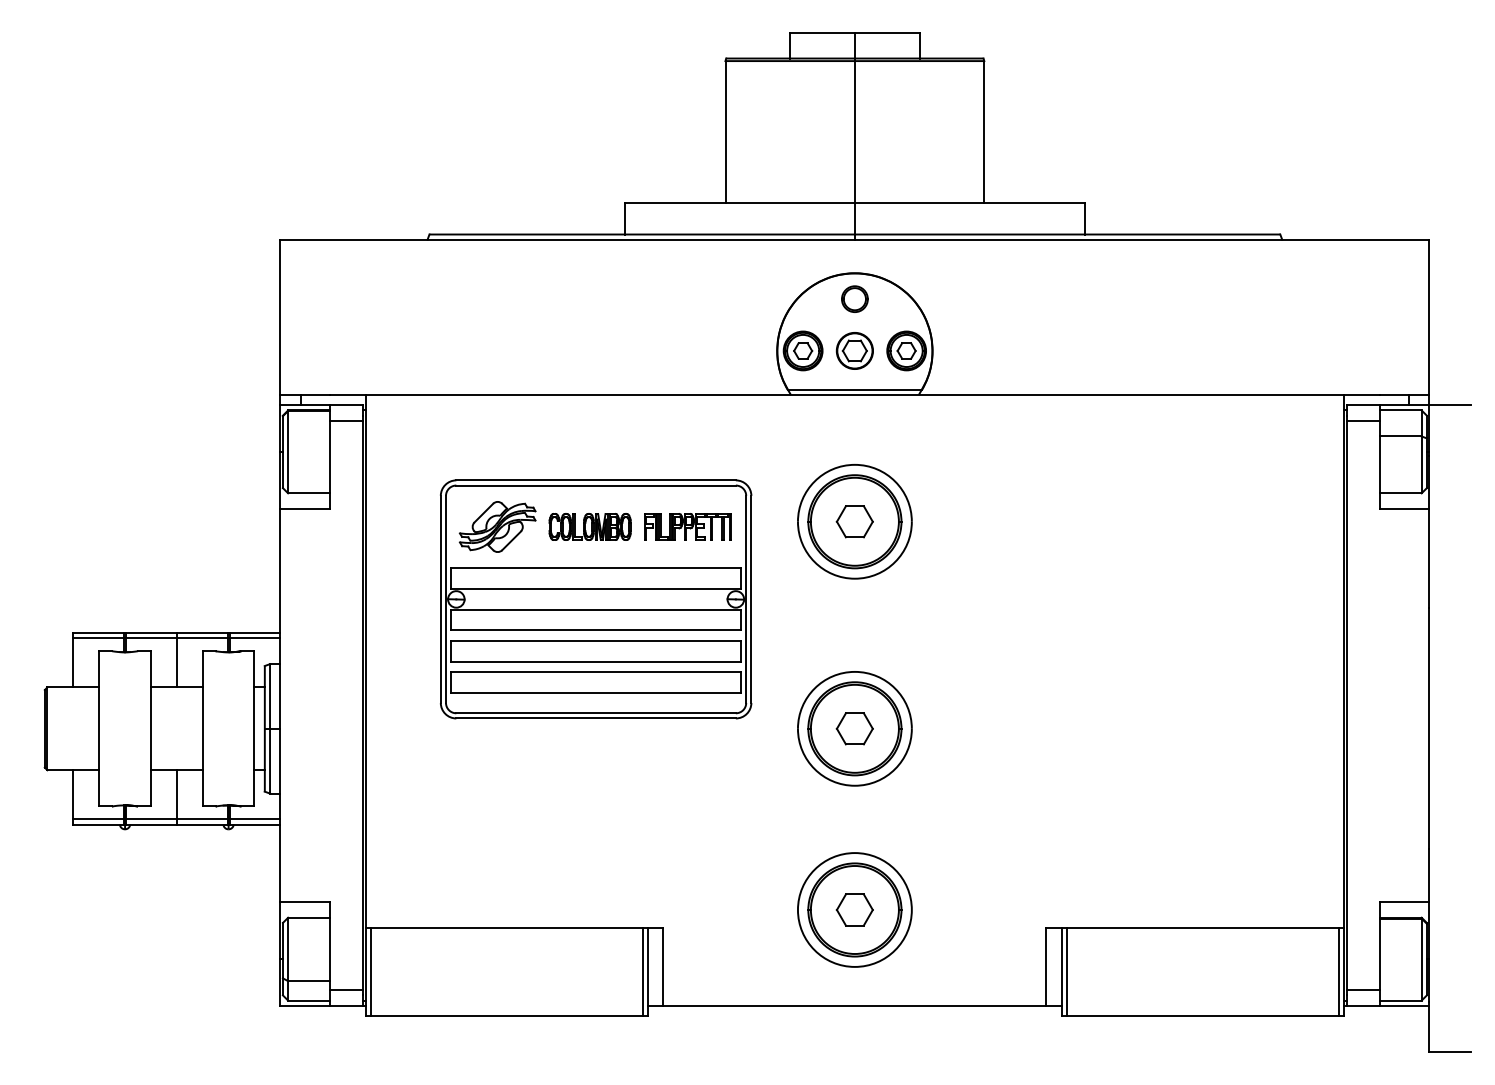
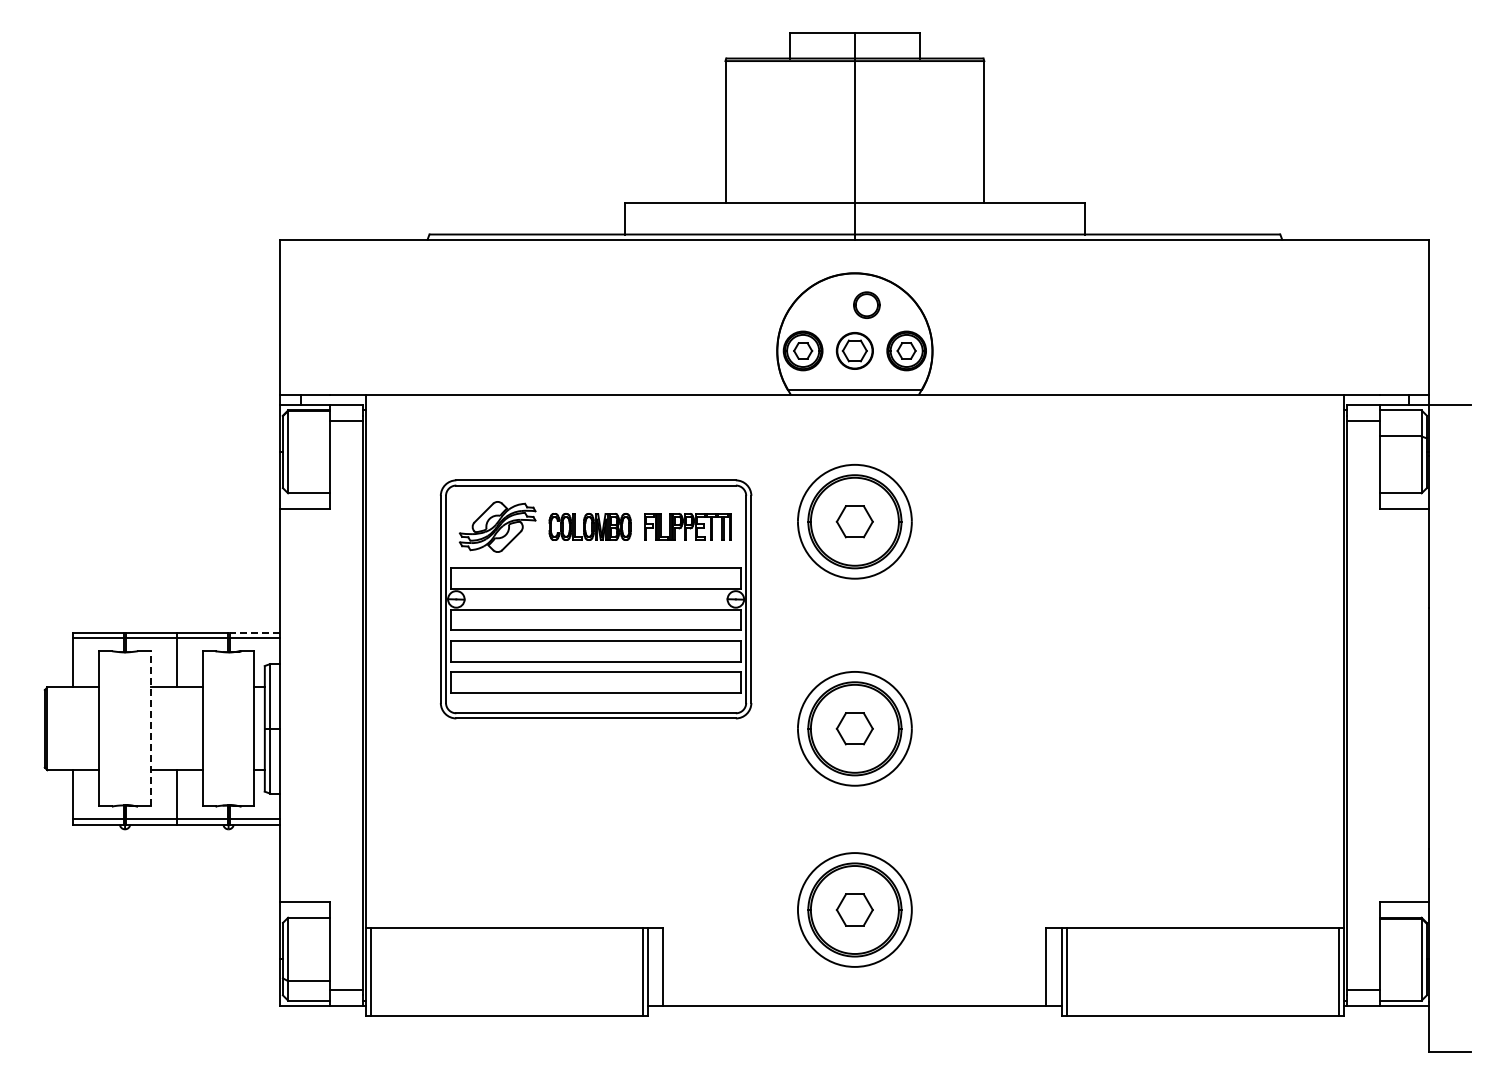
part at (854, 298) position: (854, 298) -> (866, 304)
line at (254, 633): solid -> dashed
line at (150, 728): solid -> dashed
